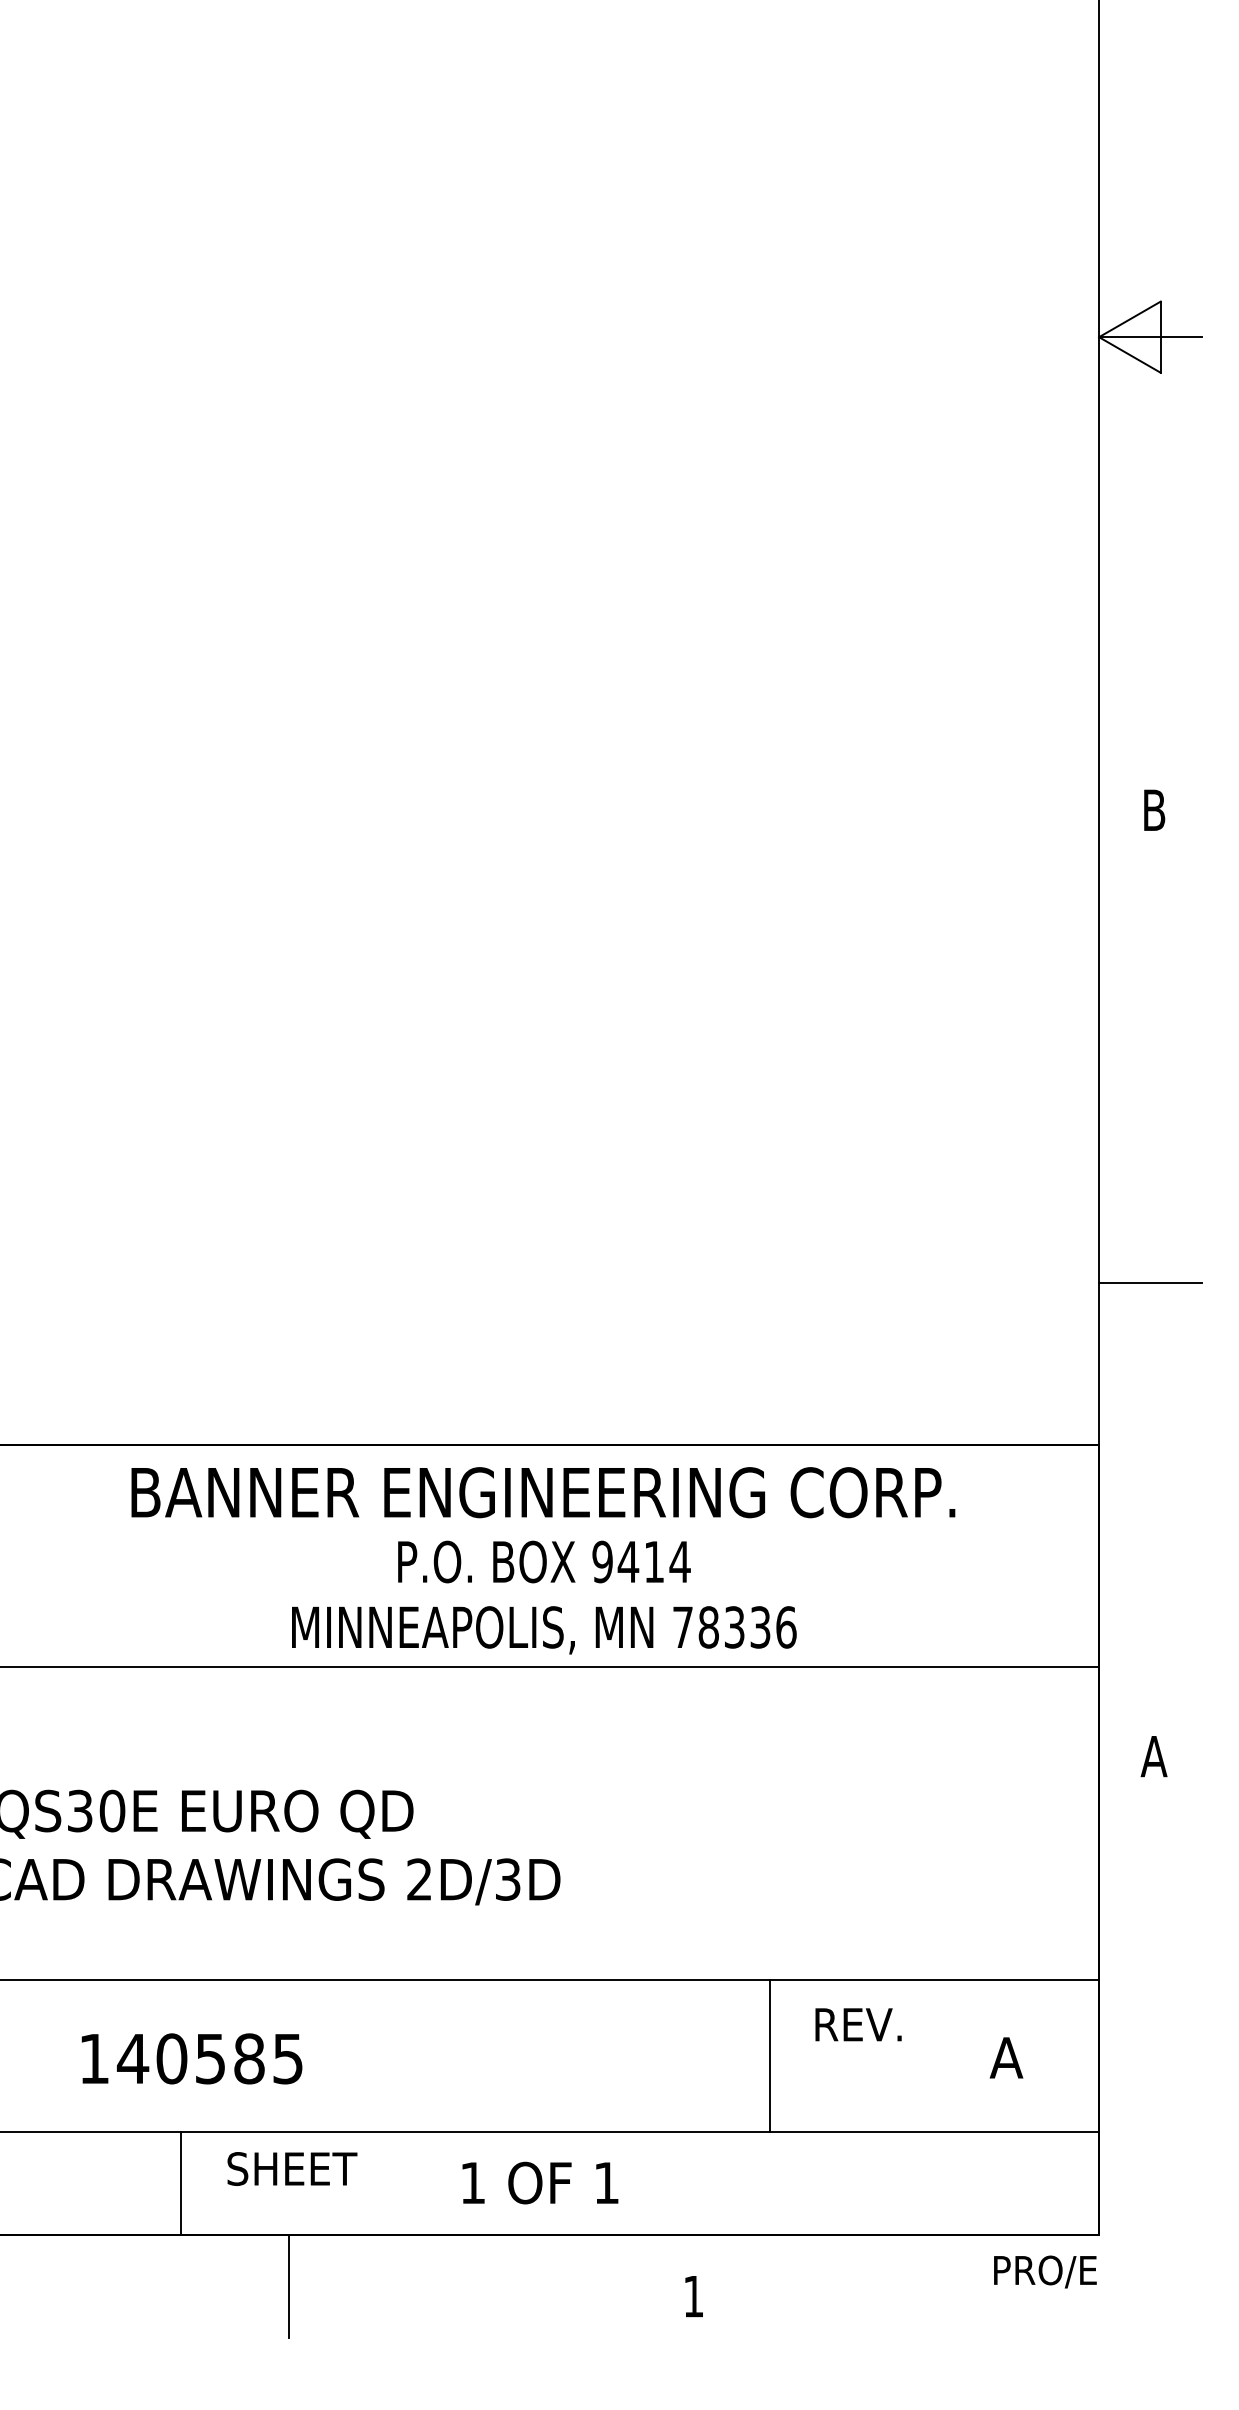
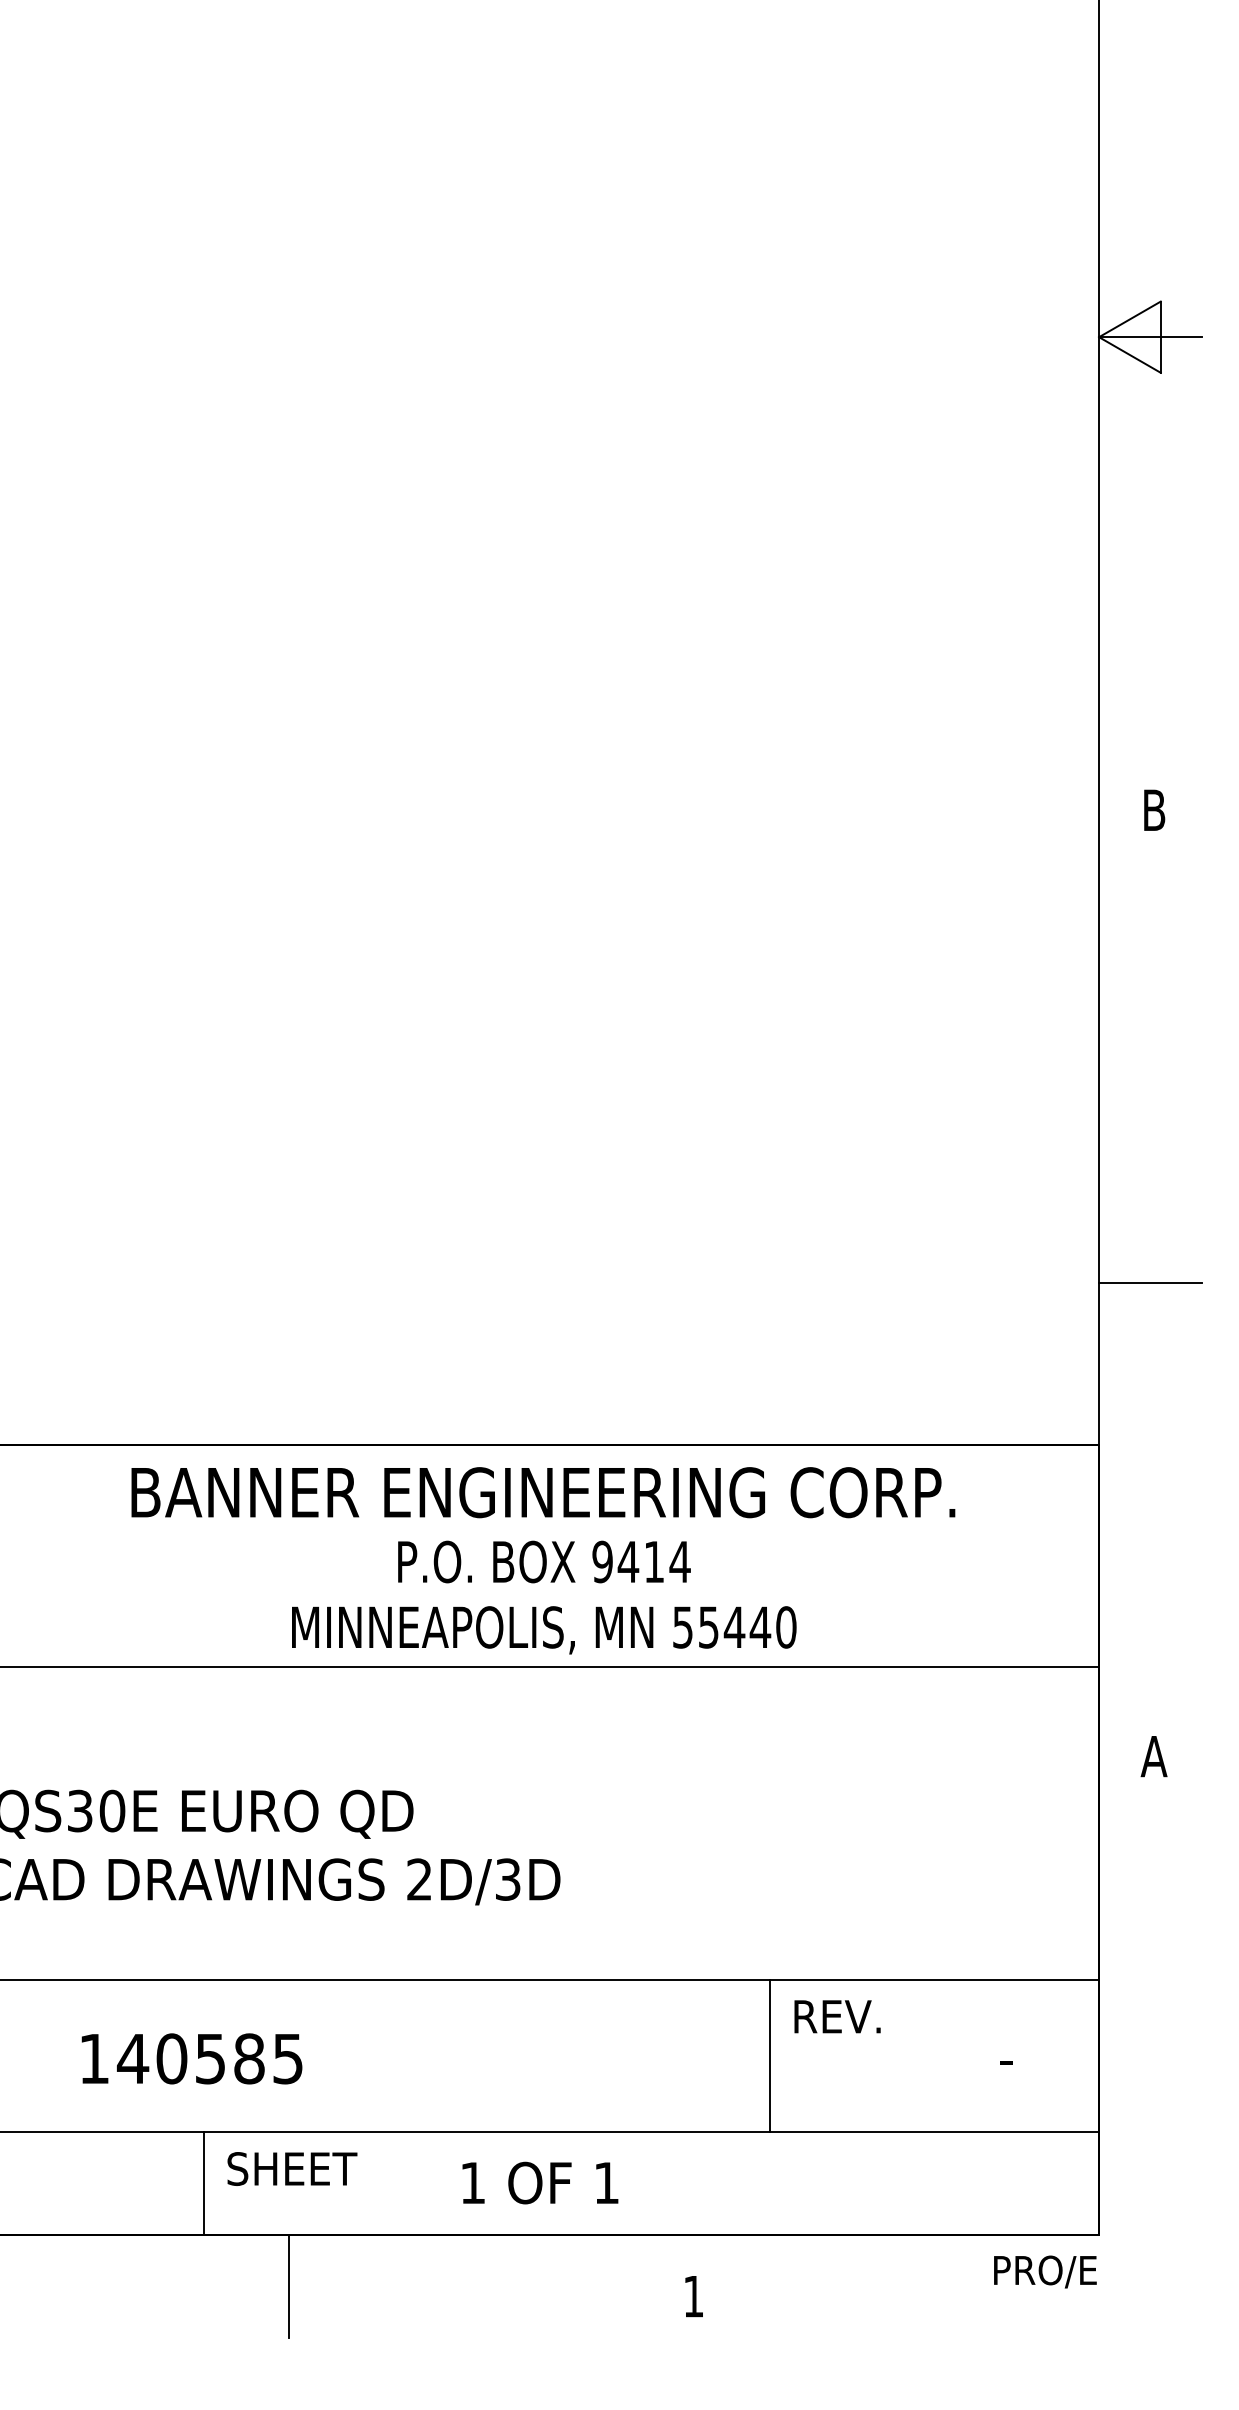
text at (734, 1627): 78336 -> 55440
text at (858, 2024) position: (858, 2024) -> (837, 2016)
text at (1006, 2057): A -> -
line at (181, 2182) position: (181, 2182) -> (204, 2182)
